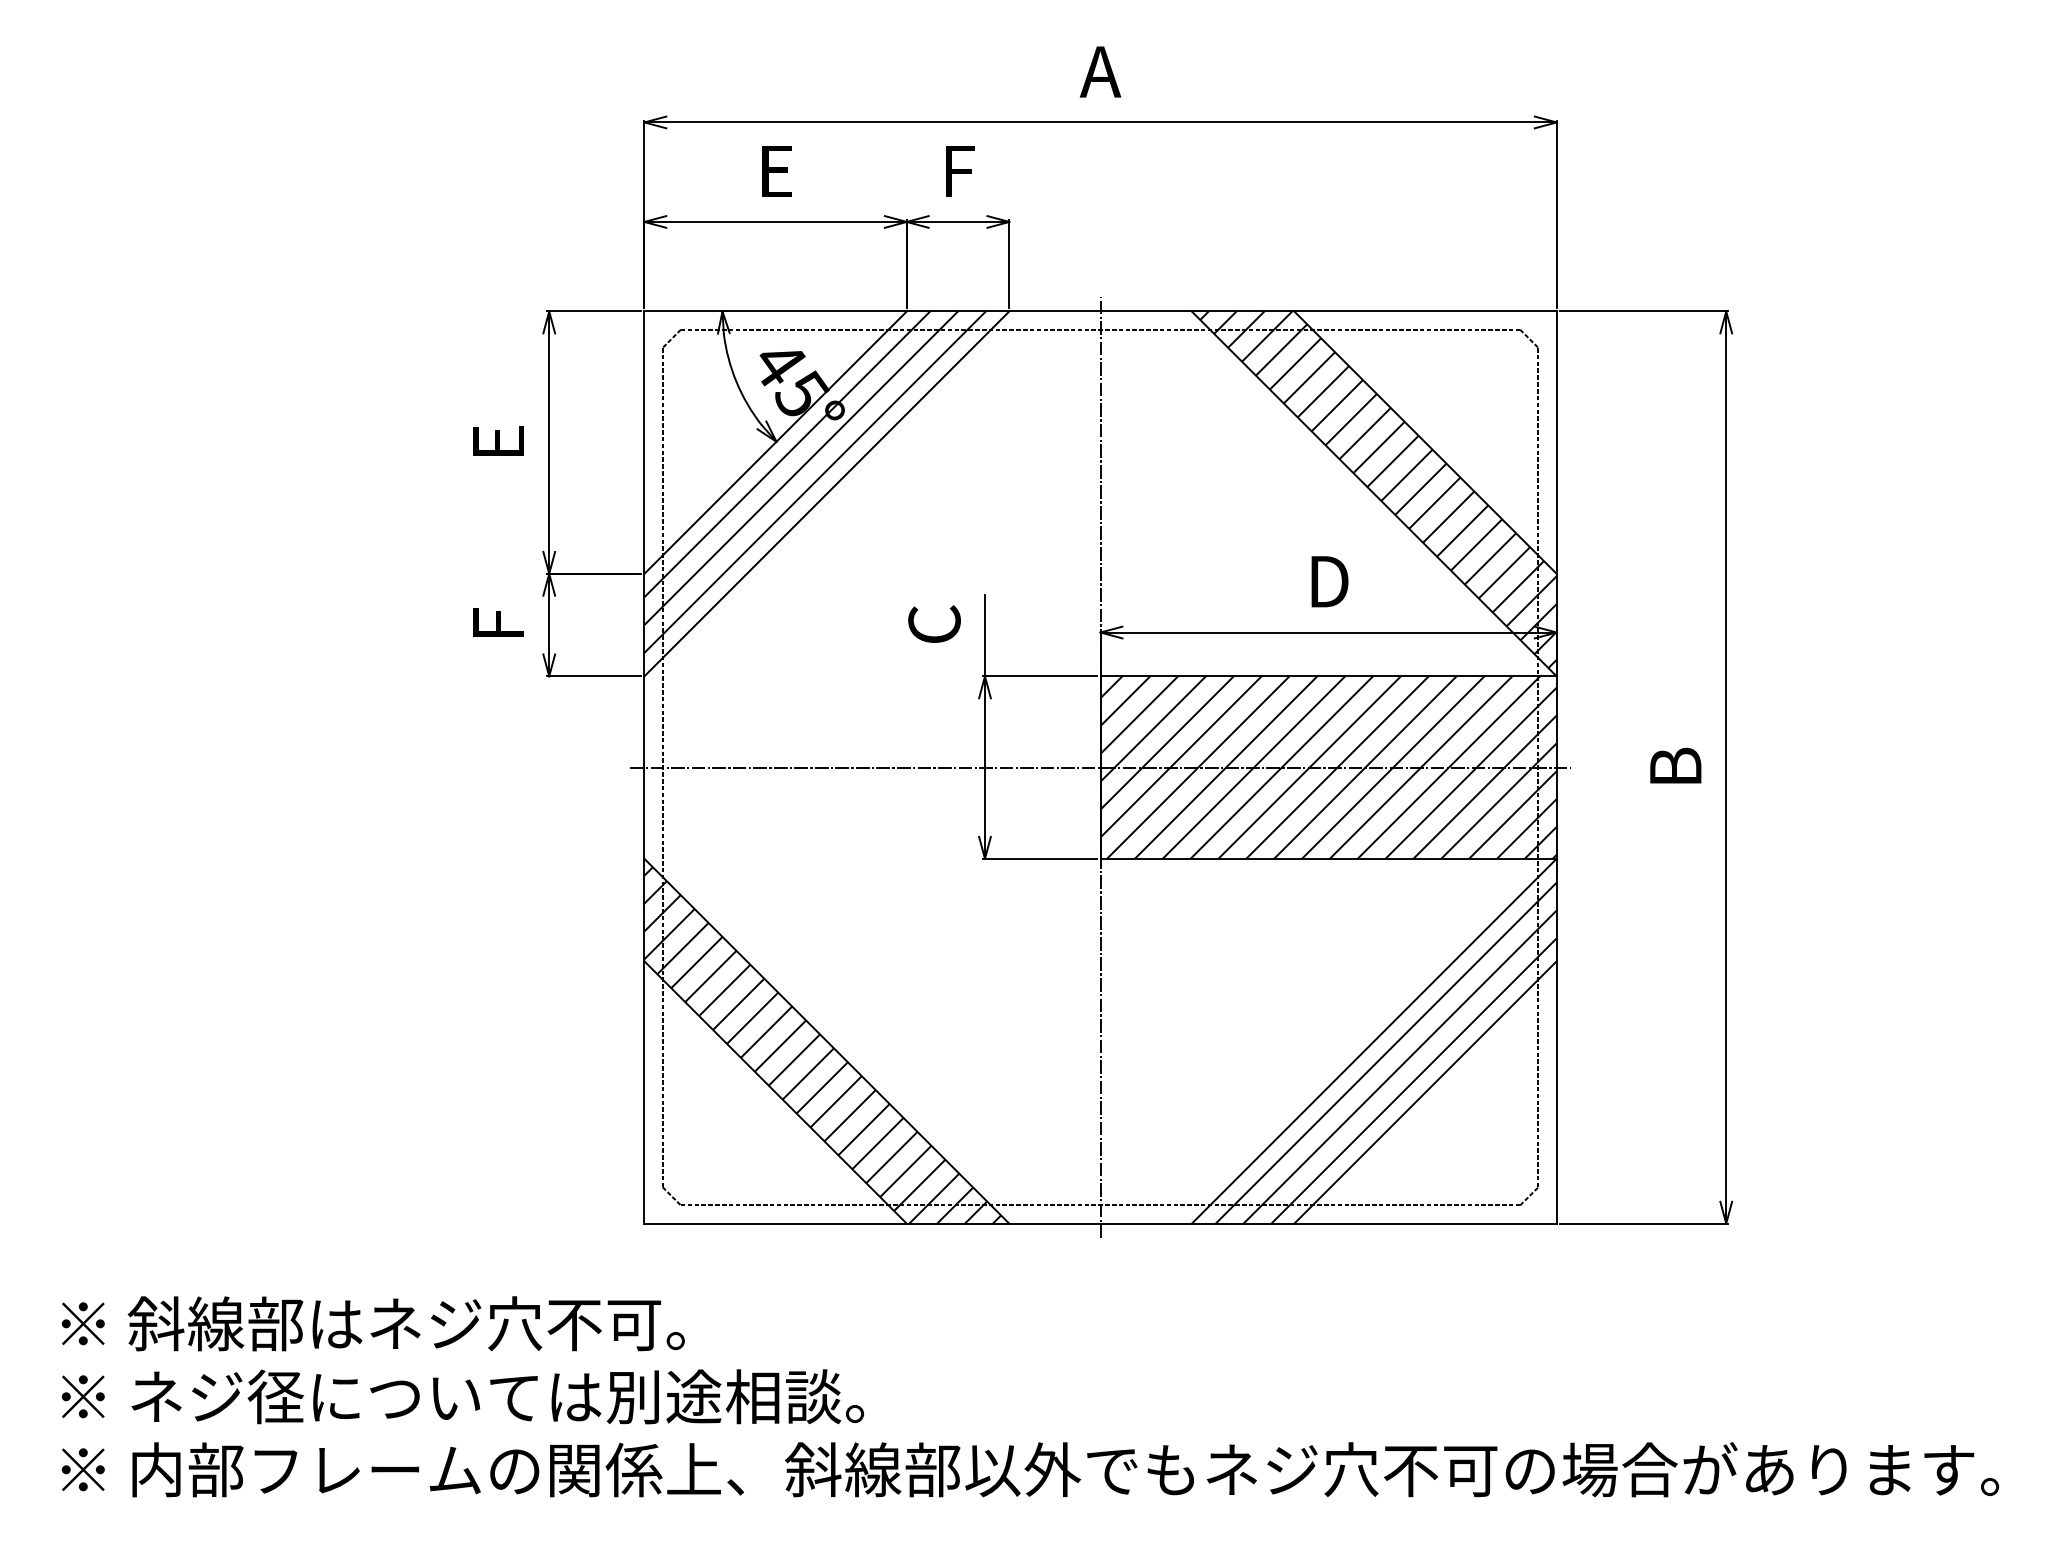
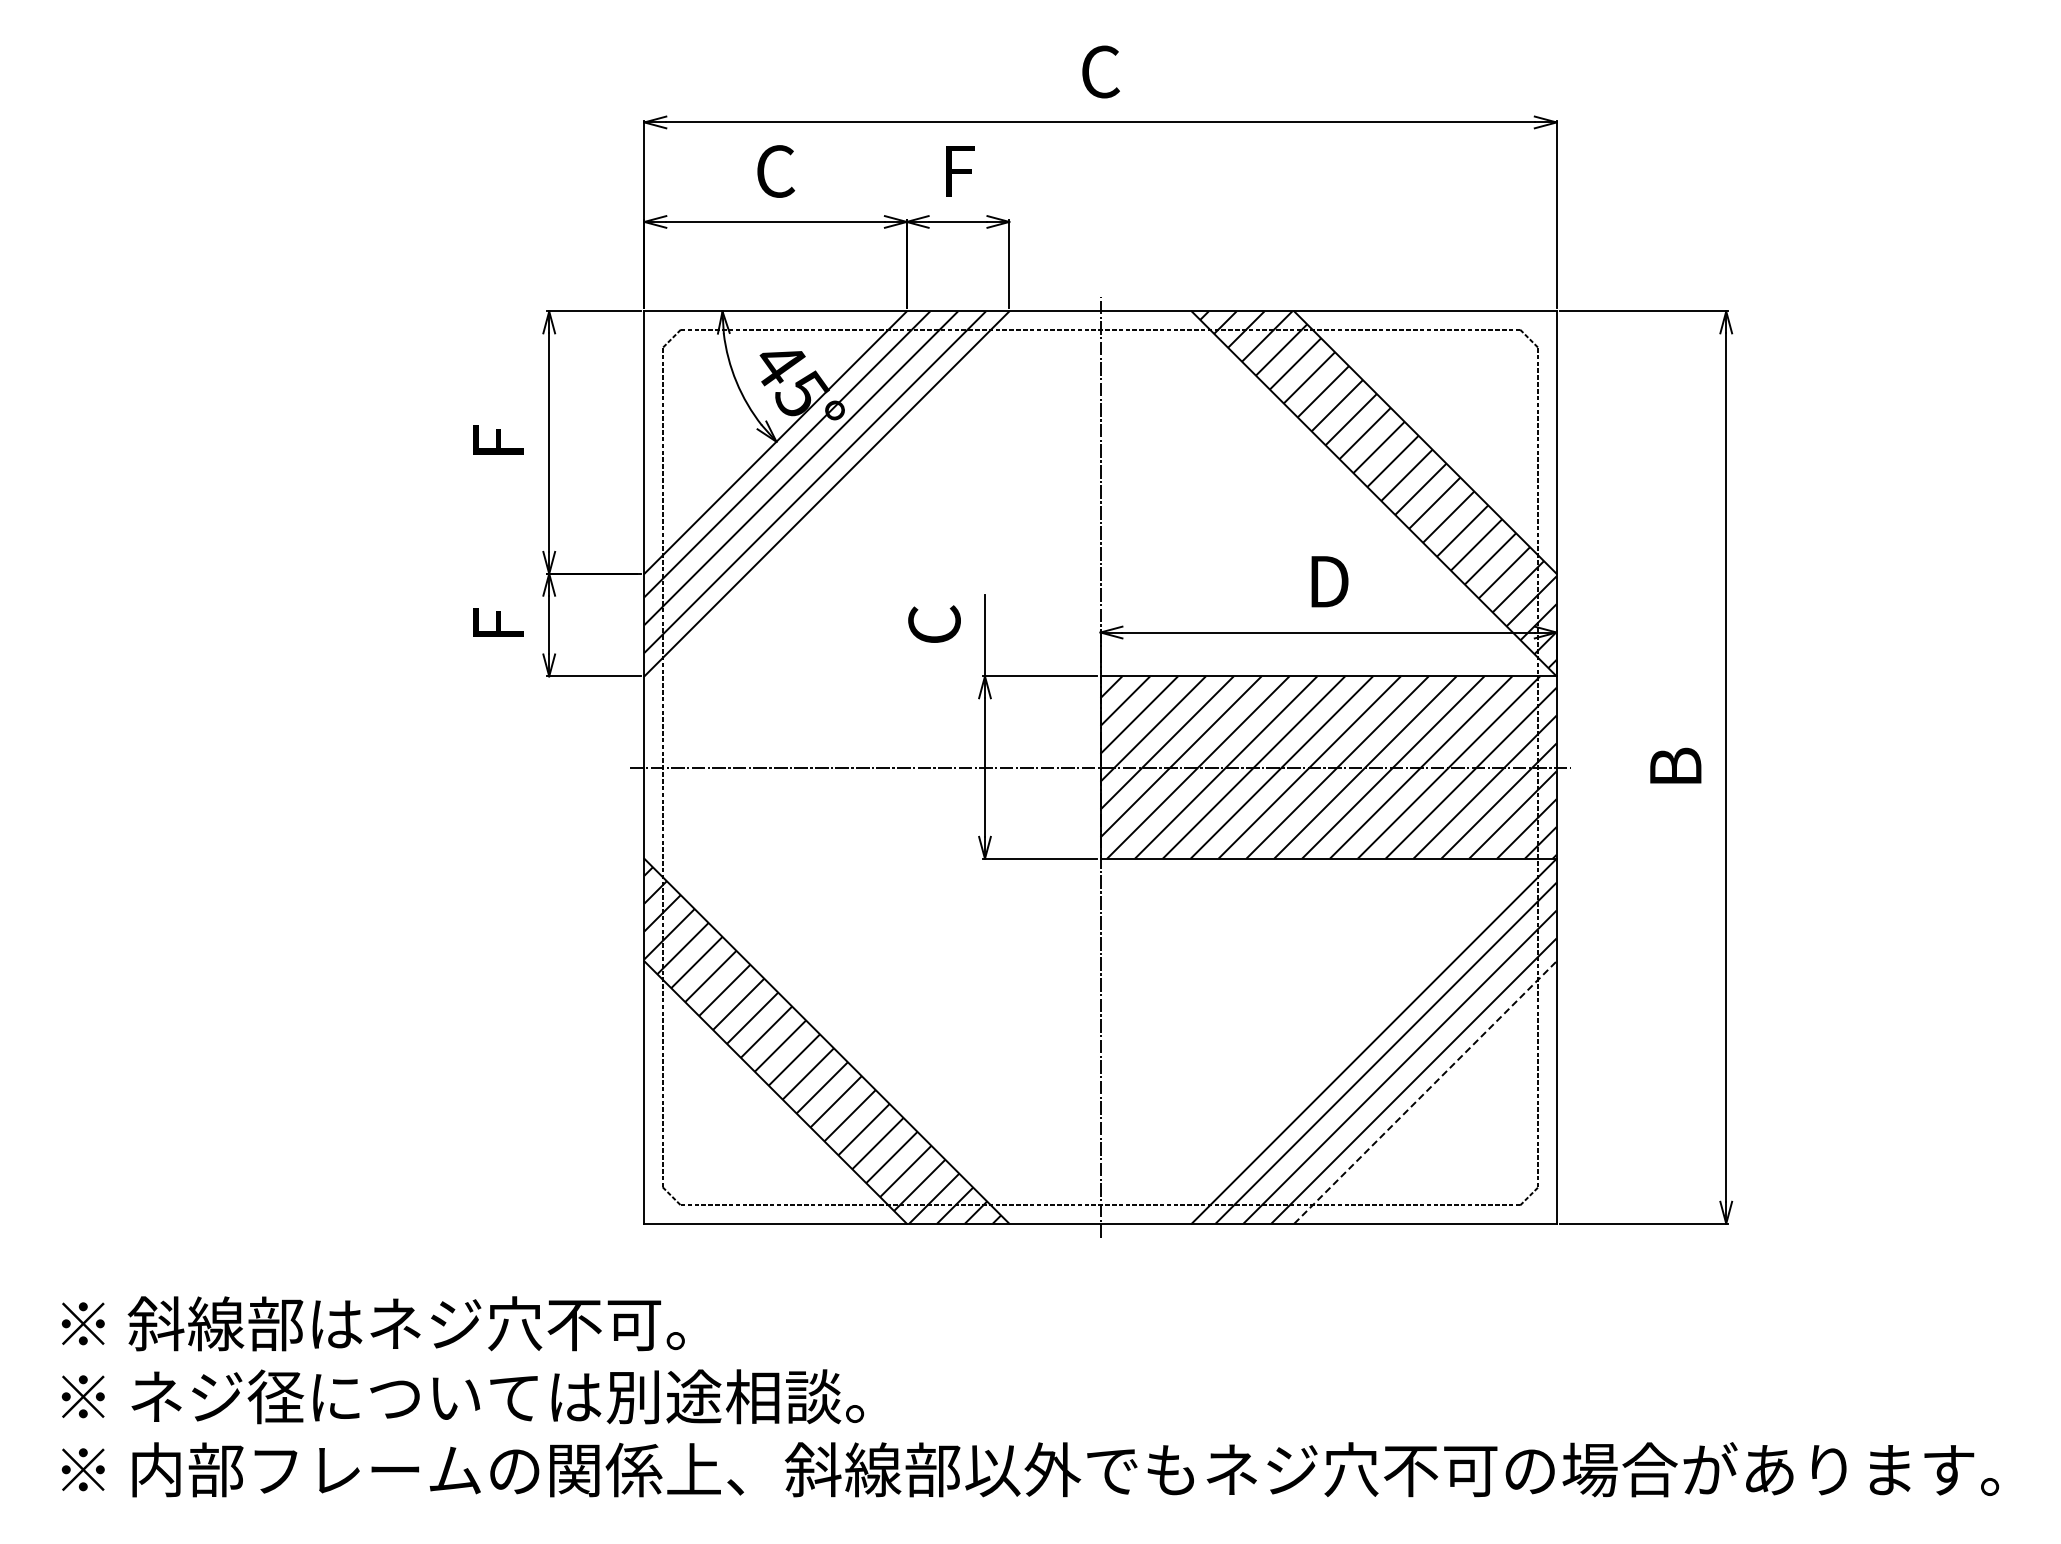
text at (1100, 71): A -> C
text at (776, 171): E -> C
text at (498, 440): E -> F
line at (1425, 1092): solid -> dashed
